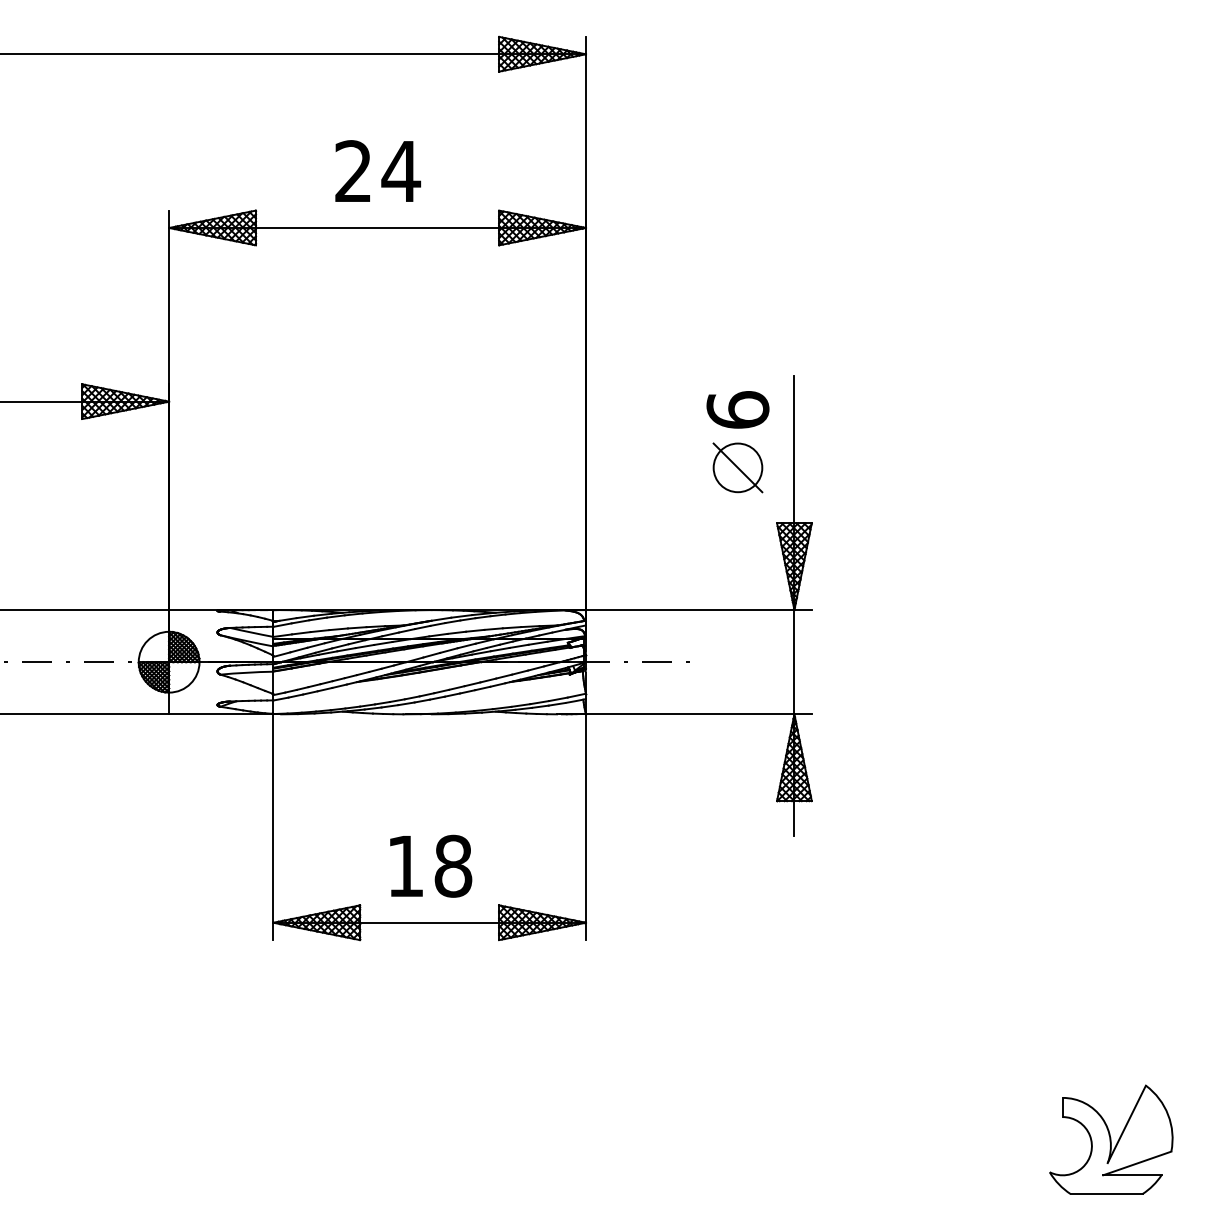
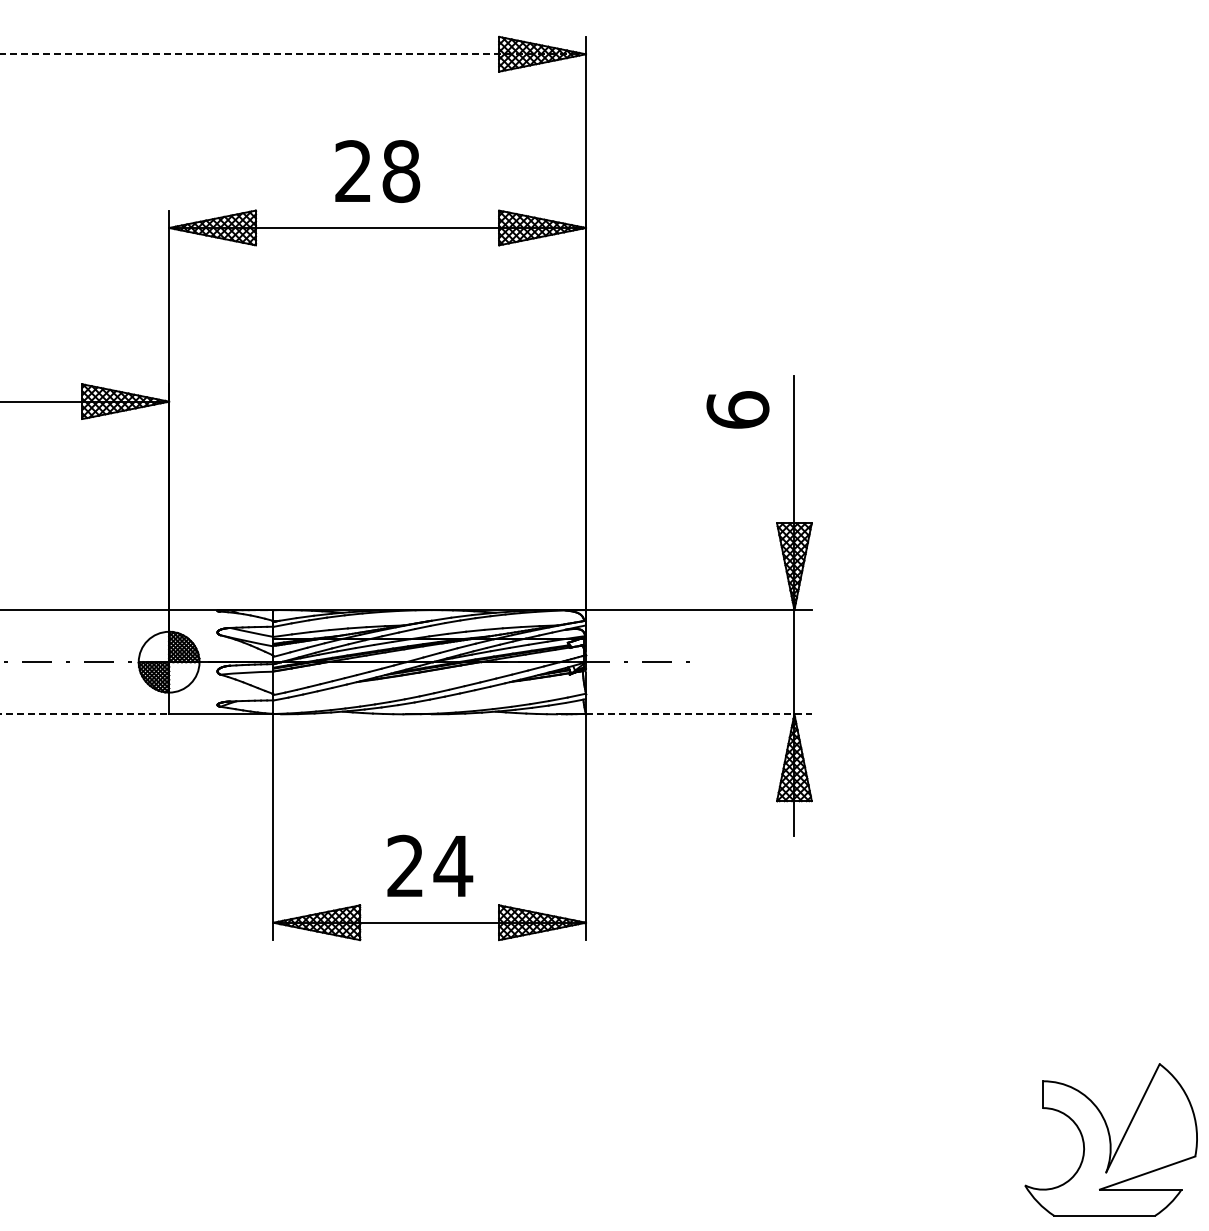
line at (293, 54): solid -> dashed
text at (401, 171): 24 -> 28
part at (737, 467): present -> none
line at (85, 714): solid -> dashed
line at (698, 714): solid -> dashed
text at (430, 865): 18 -> 24
part at (1111, 1139) size: 125x111 px -> 174x154 px
